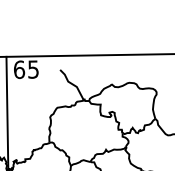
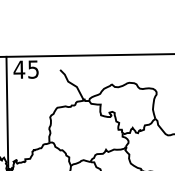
text at (19, 69): 65 -> 45
